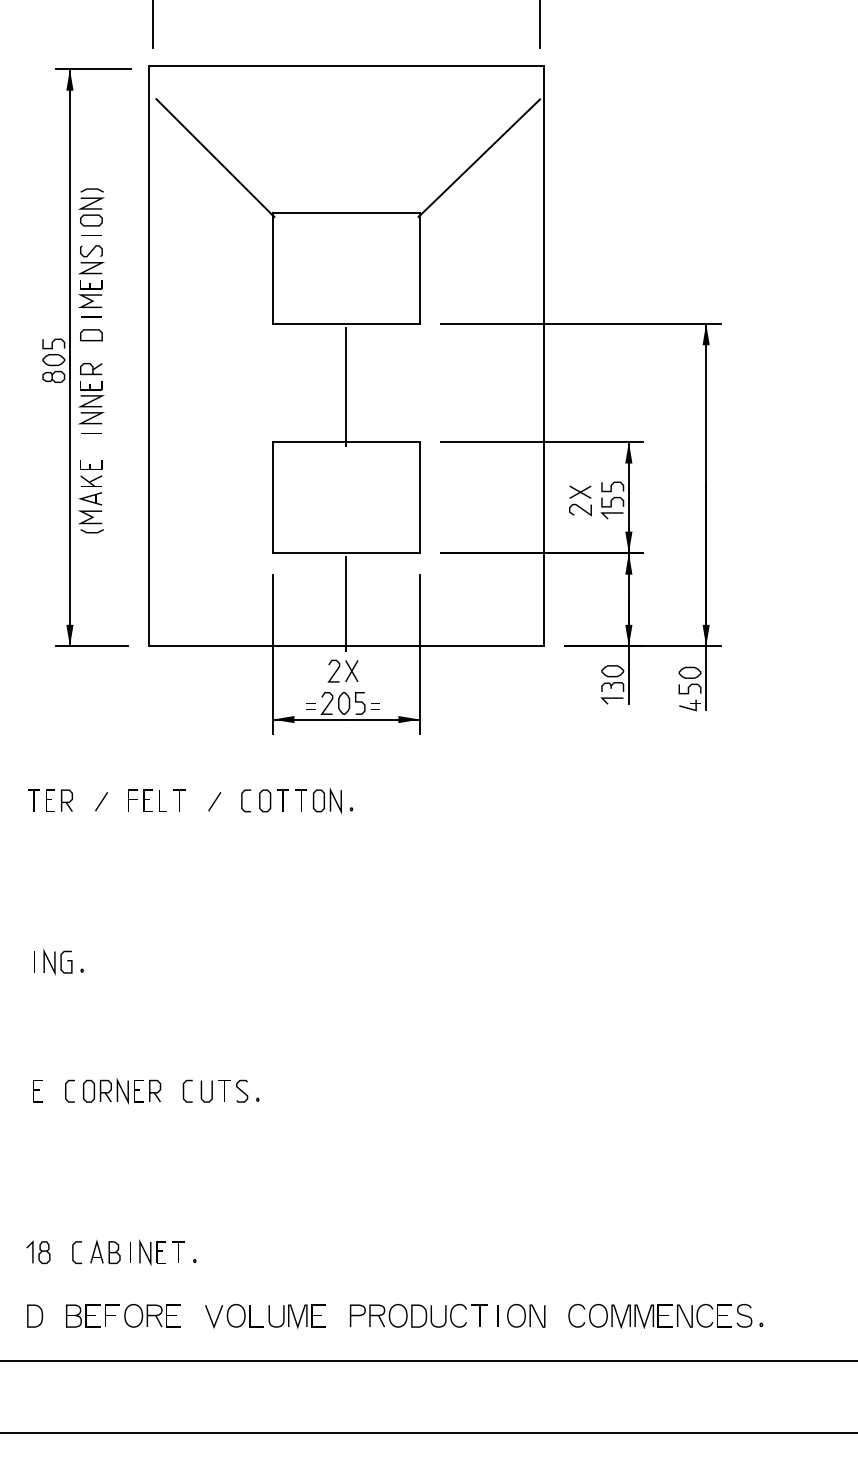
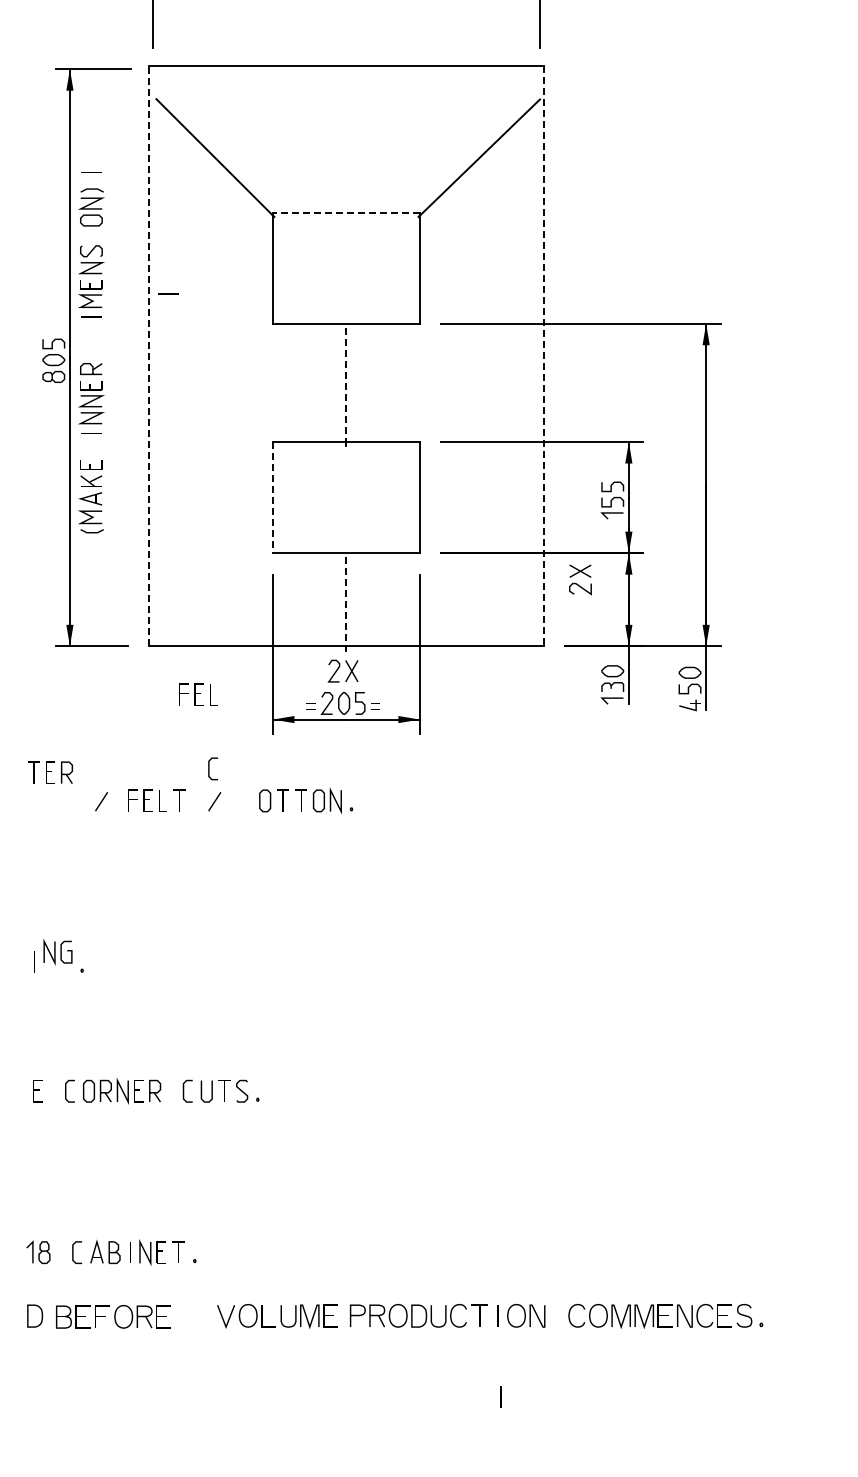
line at (345, 212): solid -> dashed
line at (91, 235) position: (91, 235) -> (91, 172)
line at (168, 293): none -> present
part at (91, 335): present -> none
line at (149, 355): solid -> dashed
line at (543, 356): solid -> dashed
line at (346, 387): solid -> dashed
line at (272, 497): solid -> dashed
part at (580, 500) position: (580, 500) -> (580, 579)
line at (346, 604): solid -> dashed
part at (198, 694): none -> present
part at (50, 800) position: (50, 800) -> (50, 772)
curve at (242, 800) position: (242, 800) -> (209, 768)
part at (57, 962) position: (57, 962) -> (57, 952)
part at (123, 1315) position: (123, 1315) -> (113, 1316)
part at (265, 1316) position: (265, 1316) -> (277, 1316)
line at (428, 1360): present -> none
line at (500, 1396): none -> present
line at (428, 1432): present -> none
